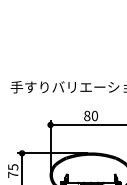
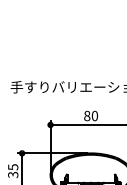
text at (13, 174): 75 -> 35
